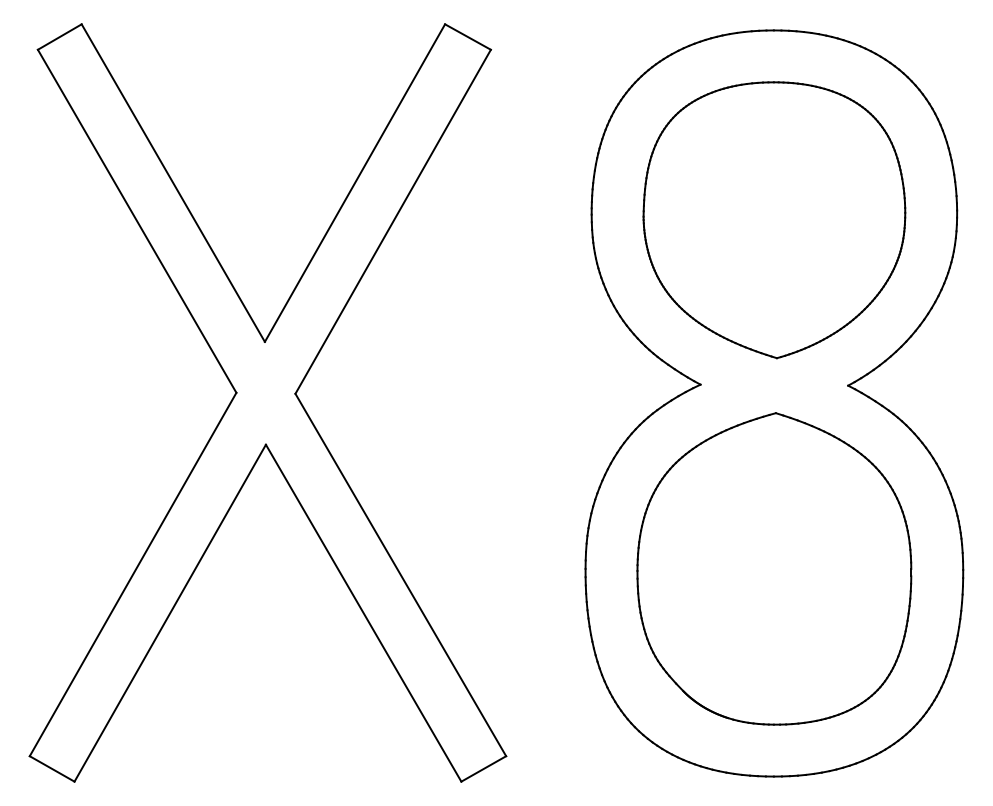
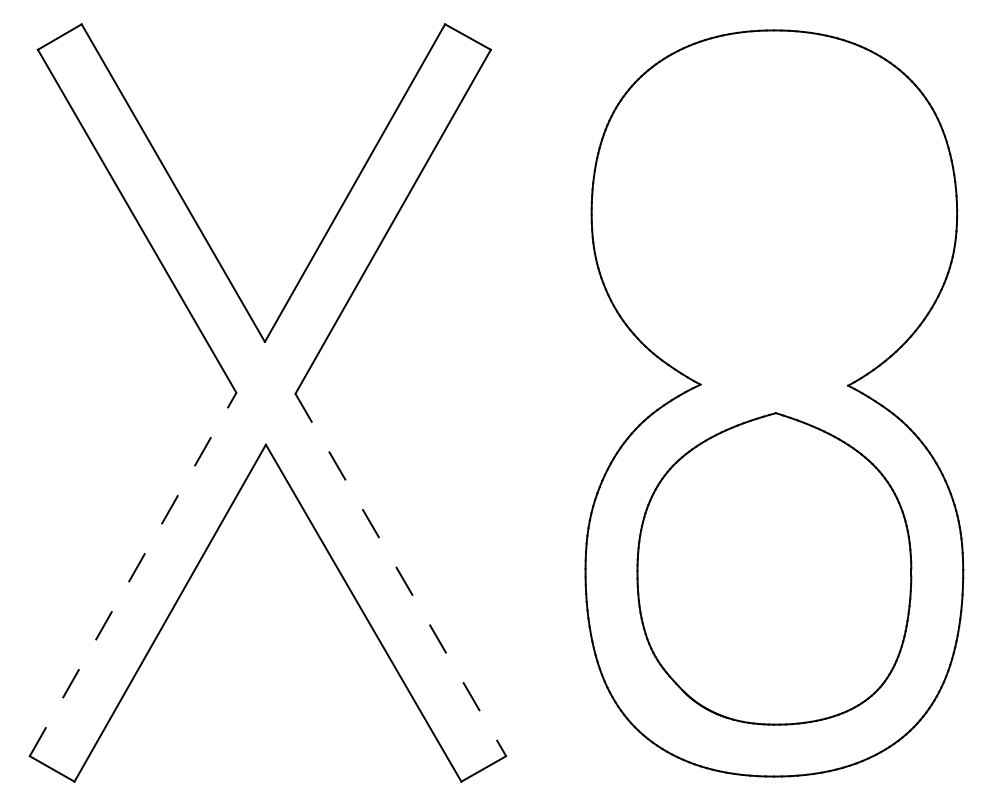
part at (774, 220): present -> none
line at (133, 574): solid -> dashed
line at (400, 575): solid -> dashed
